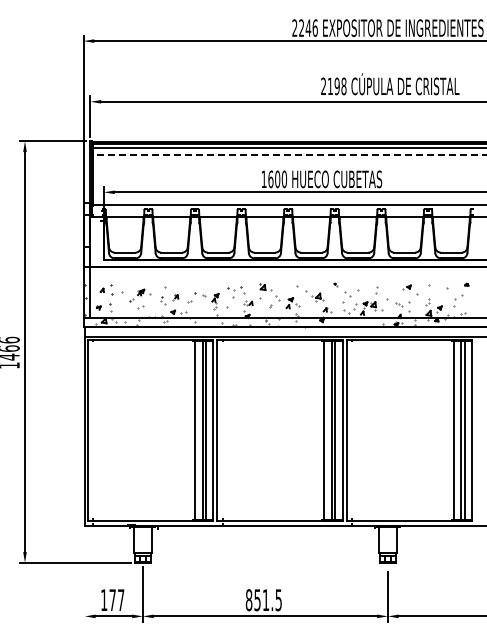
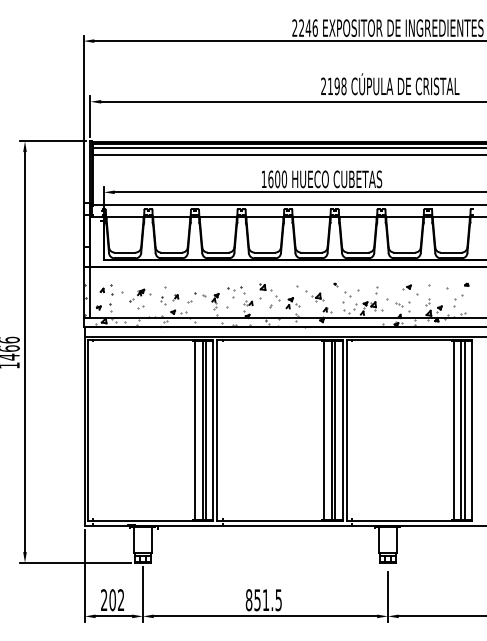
line at (289, 155): dashed -> solid
line at (84, 575): none -> present
text at (112, 600): 177 -> 202
